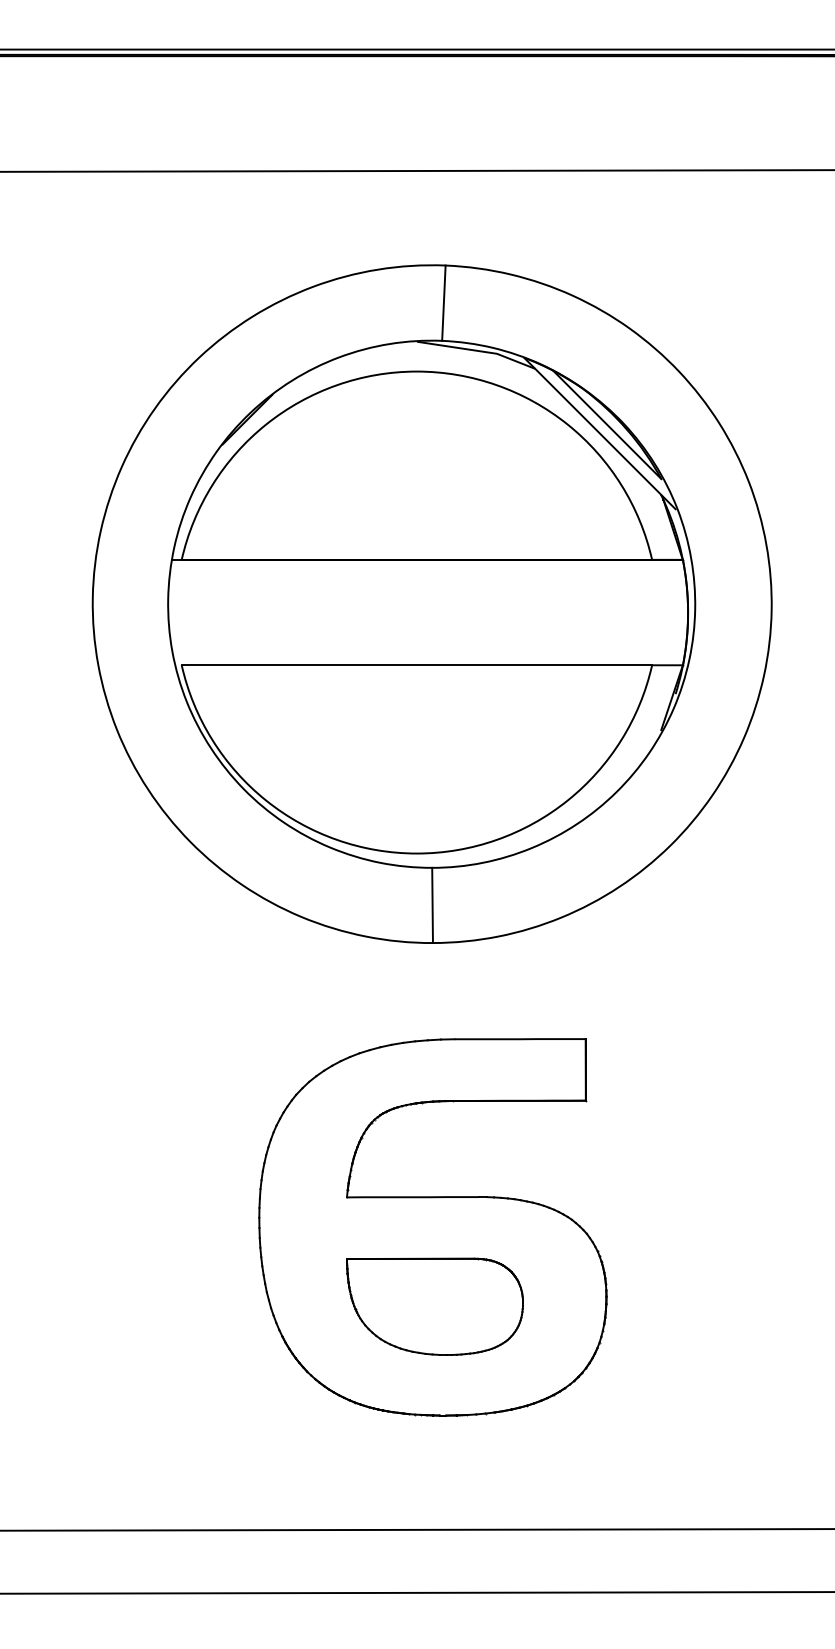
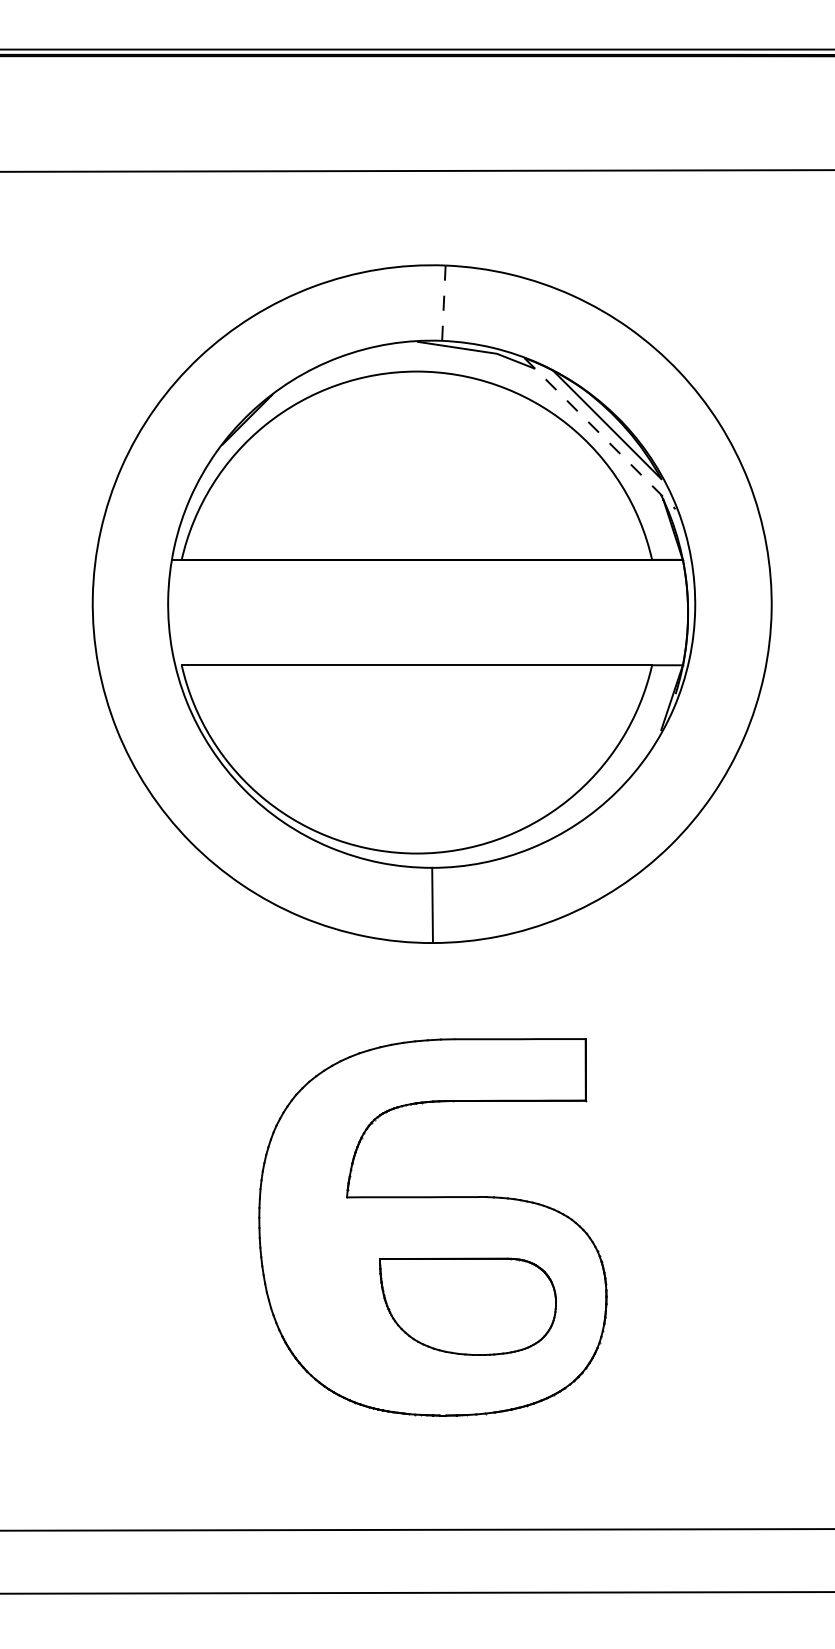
line at (443, 303): solid -> dashed
line at (600, 433): solid -> dashed
part at (434, 1306) position: (434, 1306) -> (467, 1306)
